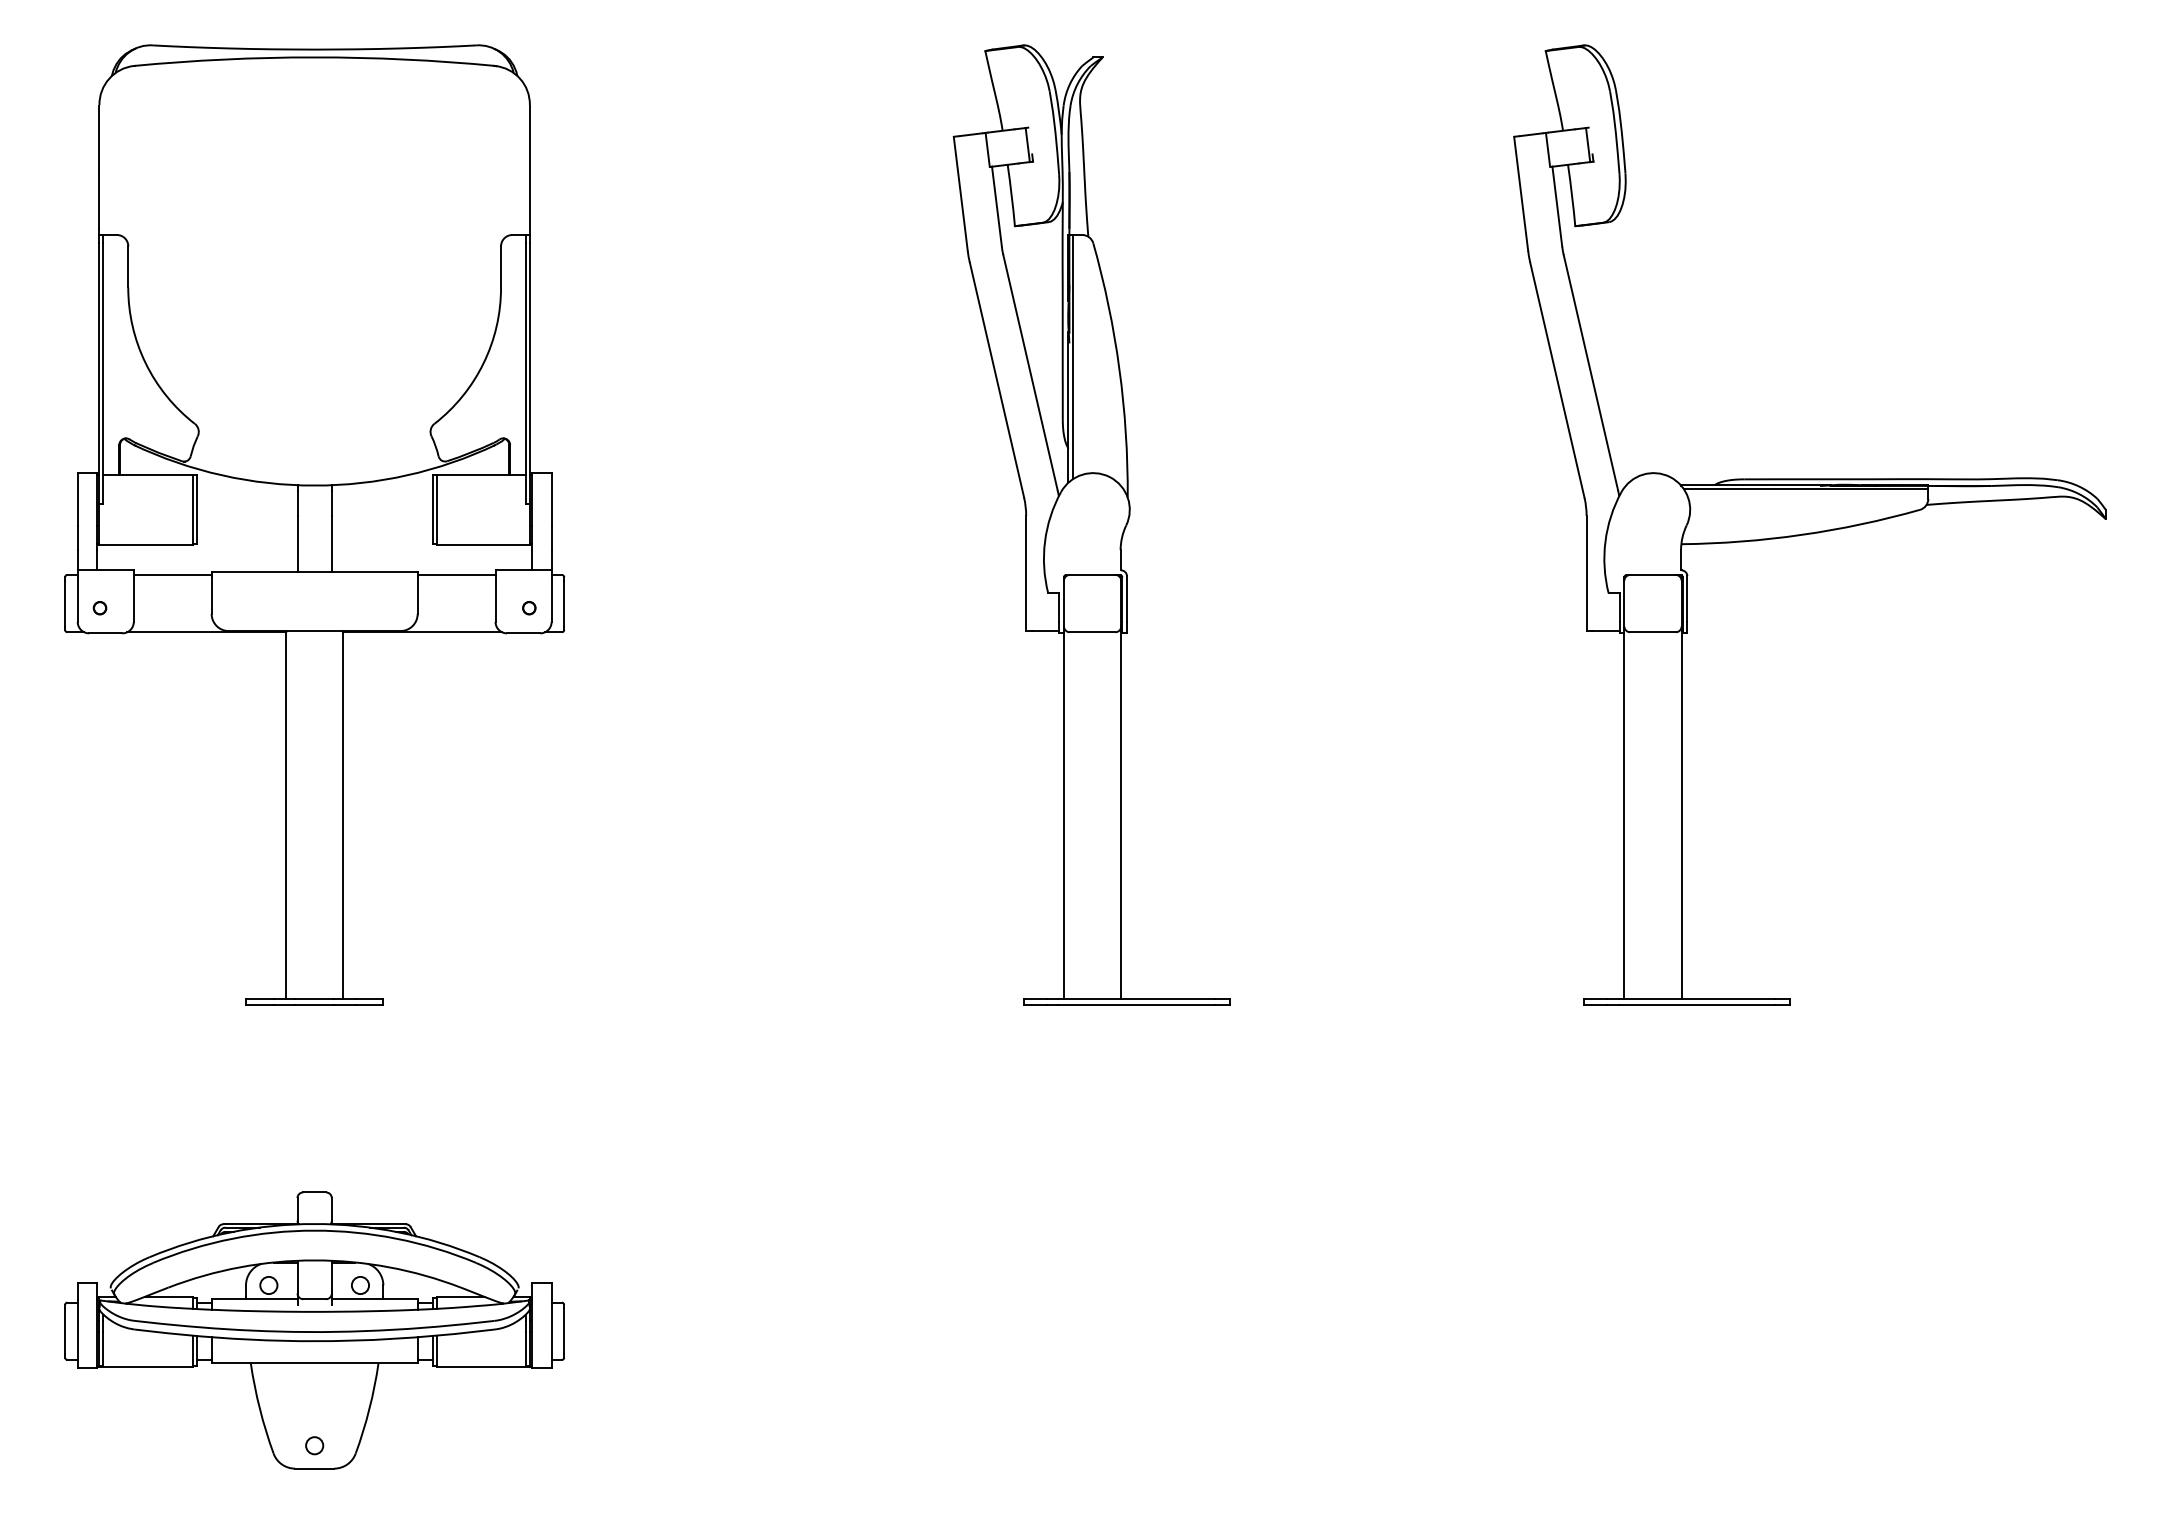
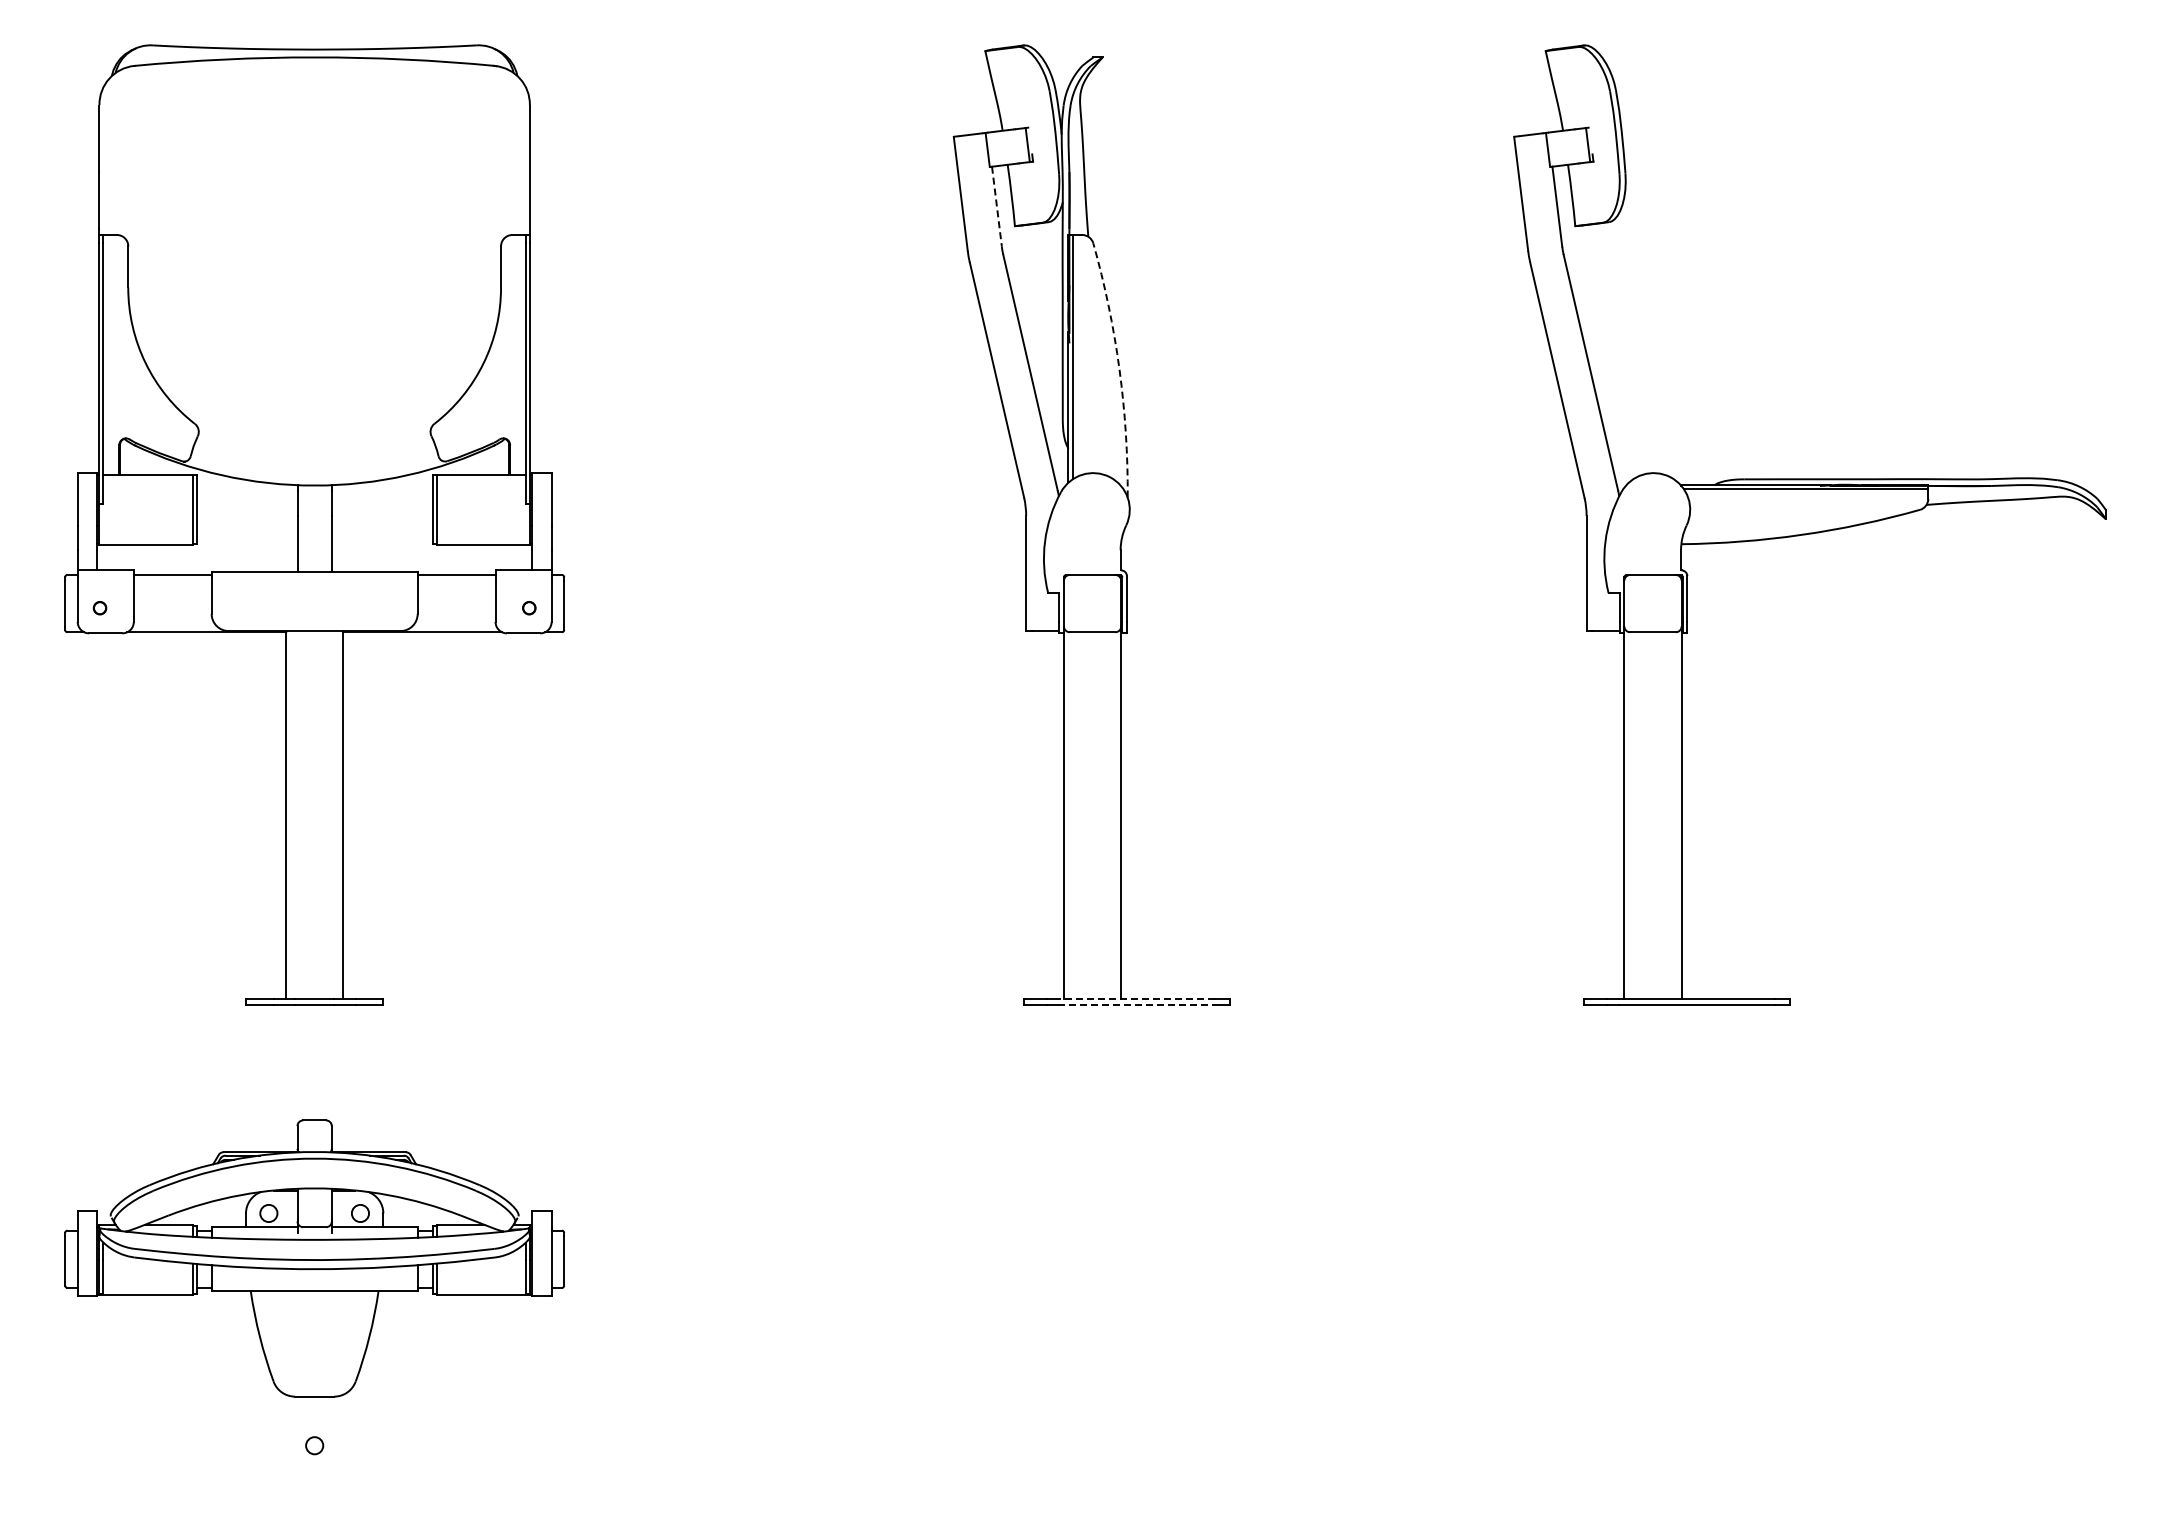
line at (997, 207): solid -> dashed
arc at (1119, 369): solid -> dashed
line at (1136, 998): solid -> dashed
line at (1137, 1005): solid -> dashed
part at (314, 1330) position: (314, 1330) -> (314, 1258)
